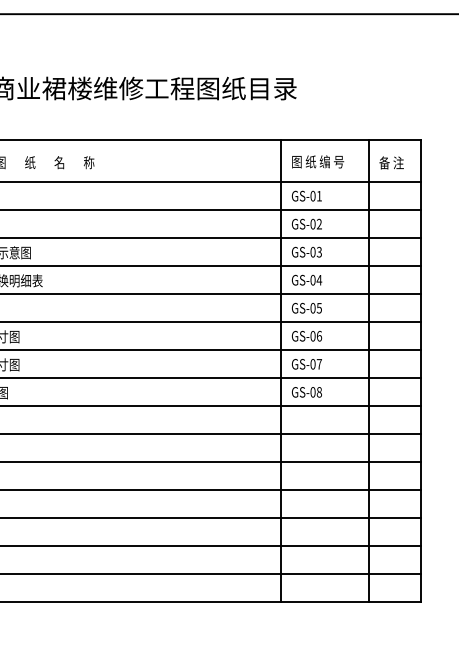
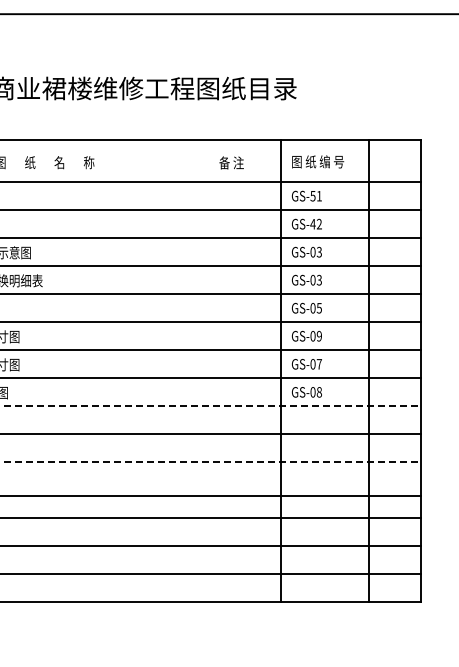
text at (391, 162) position: (391, 162) -> (231, 162)
text at (312, 195): GS-01 -> GS-51
text at (312, 223): GS-02 -> GS-42
text at (319, 279): GS-04 -> GS-03
text at (319, 336): GS-06 -> GS-09
line at (211, 406): solid -> dashed
line at (211, 462): solid -> dashed
line at (211, 490) position: (211, 490) -> (211, 496)
